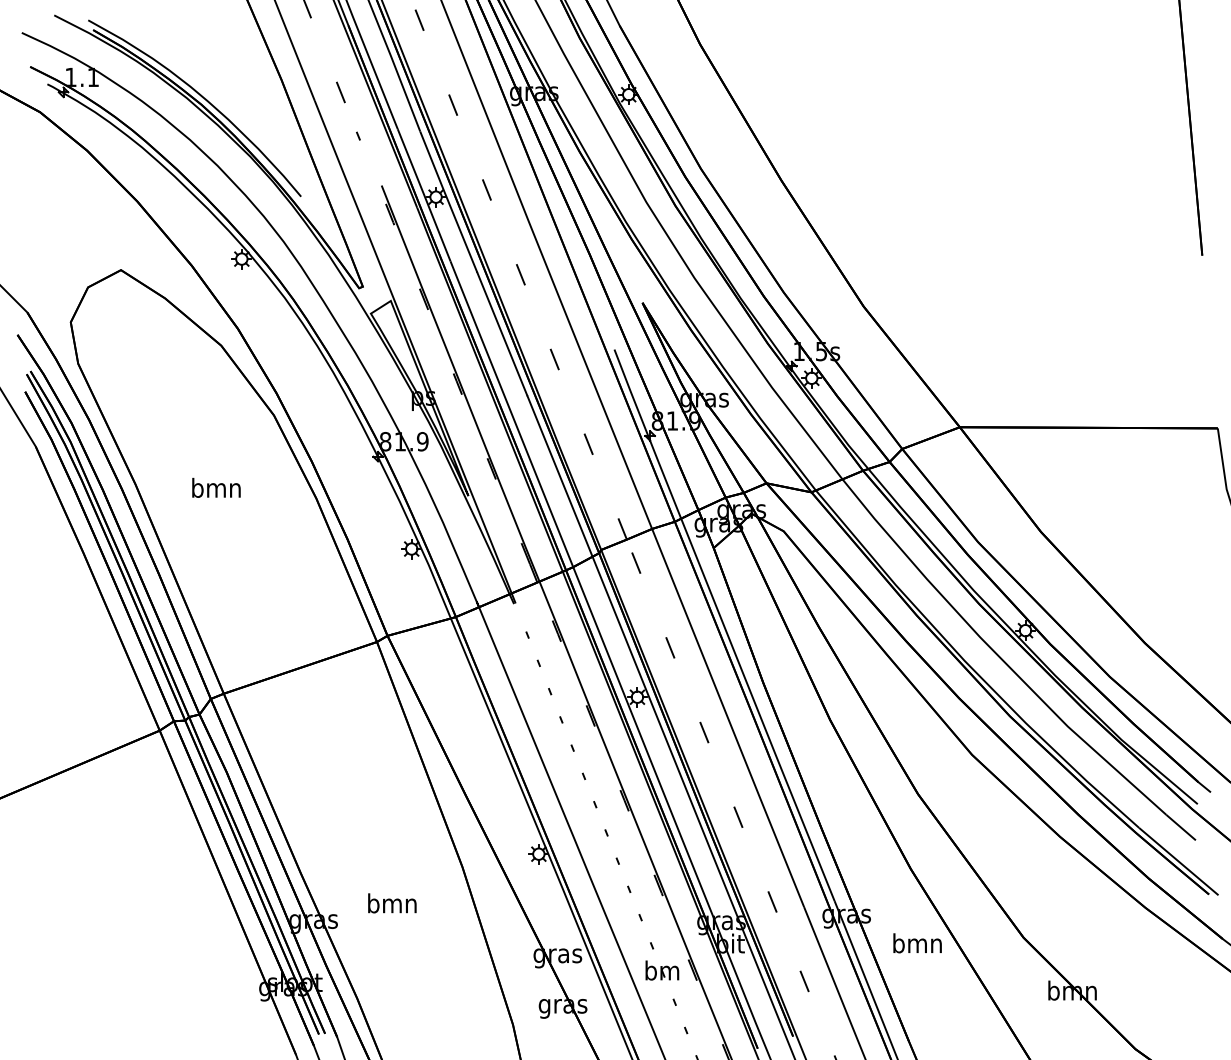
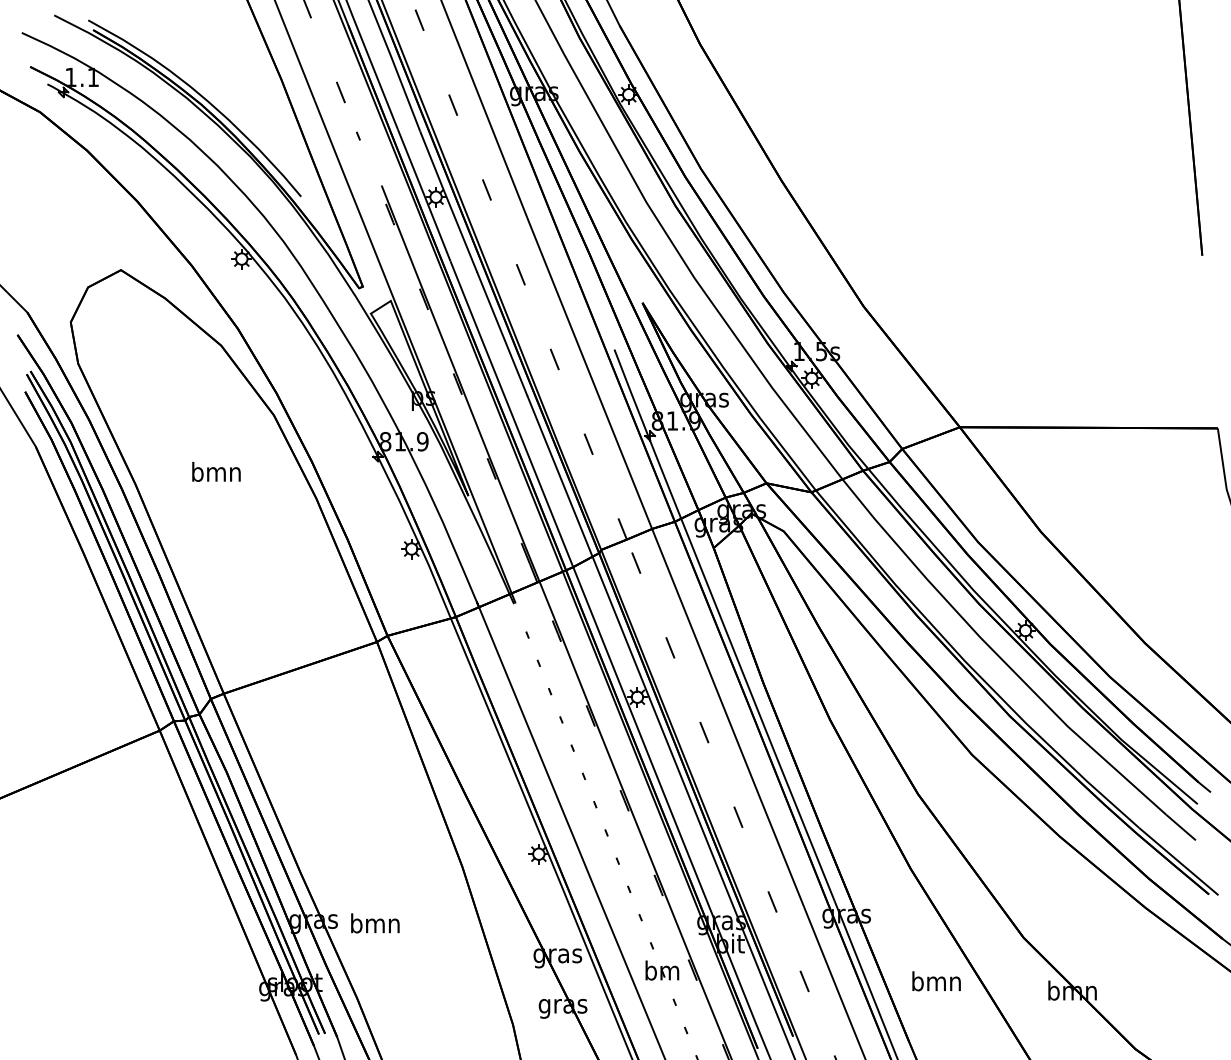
text at (216, 487) position: (216, 487) -> (216, 471)
text at (392, 903) position: (392, 903) -> (375, 923)
text at (917, 943) position: (917, 943) -> (936, 981)
